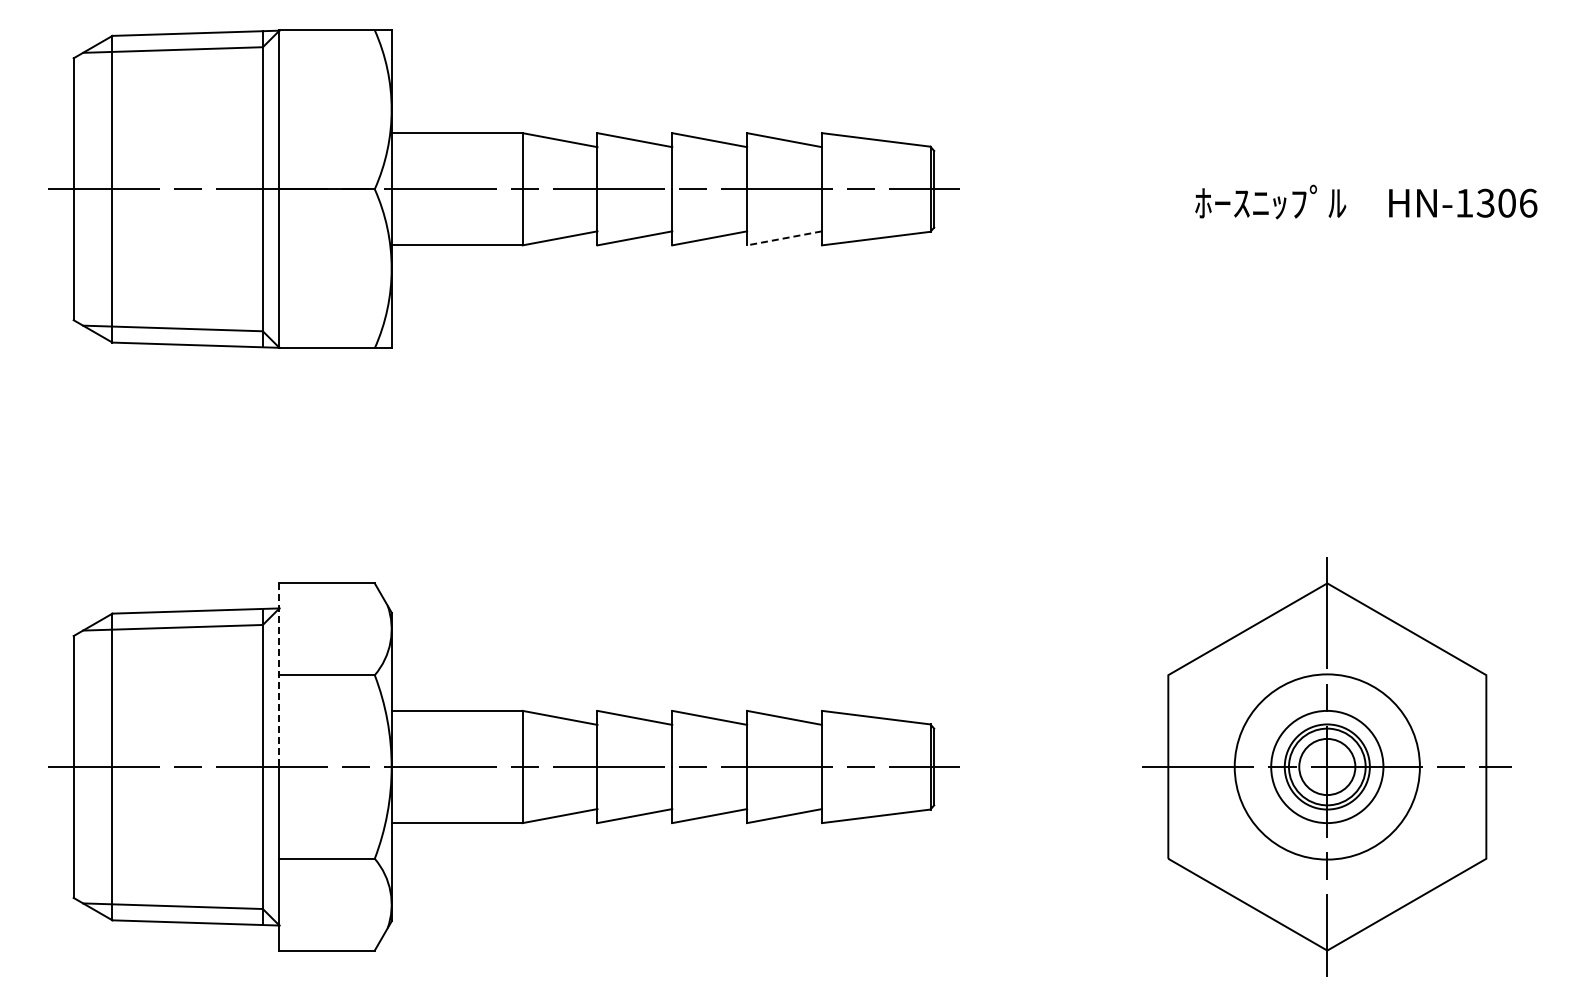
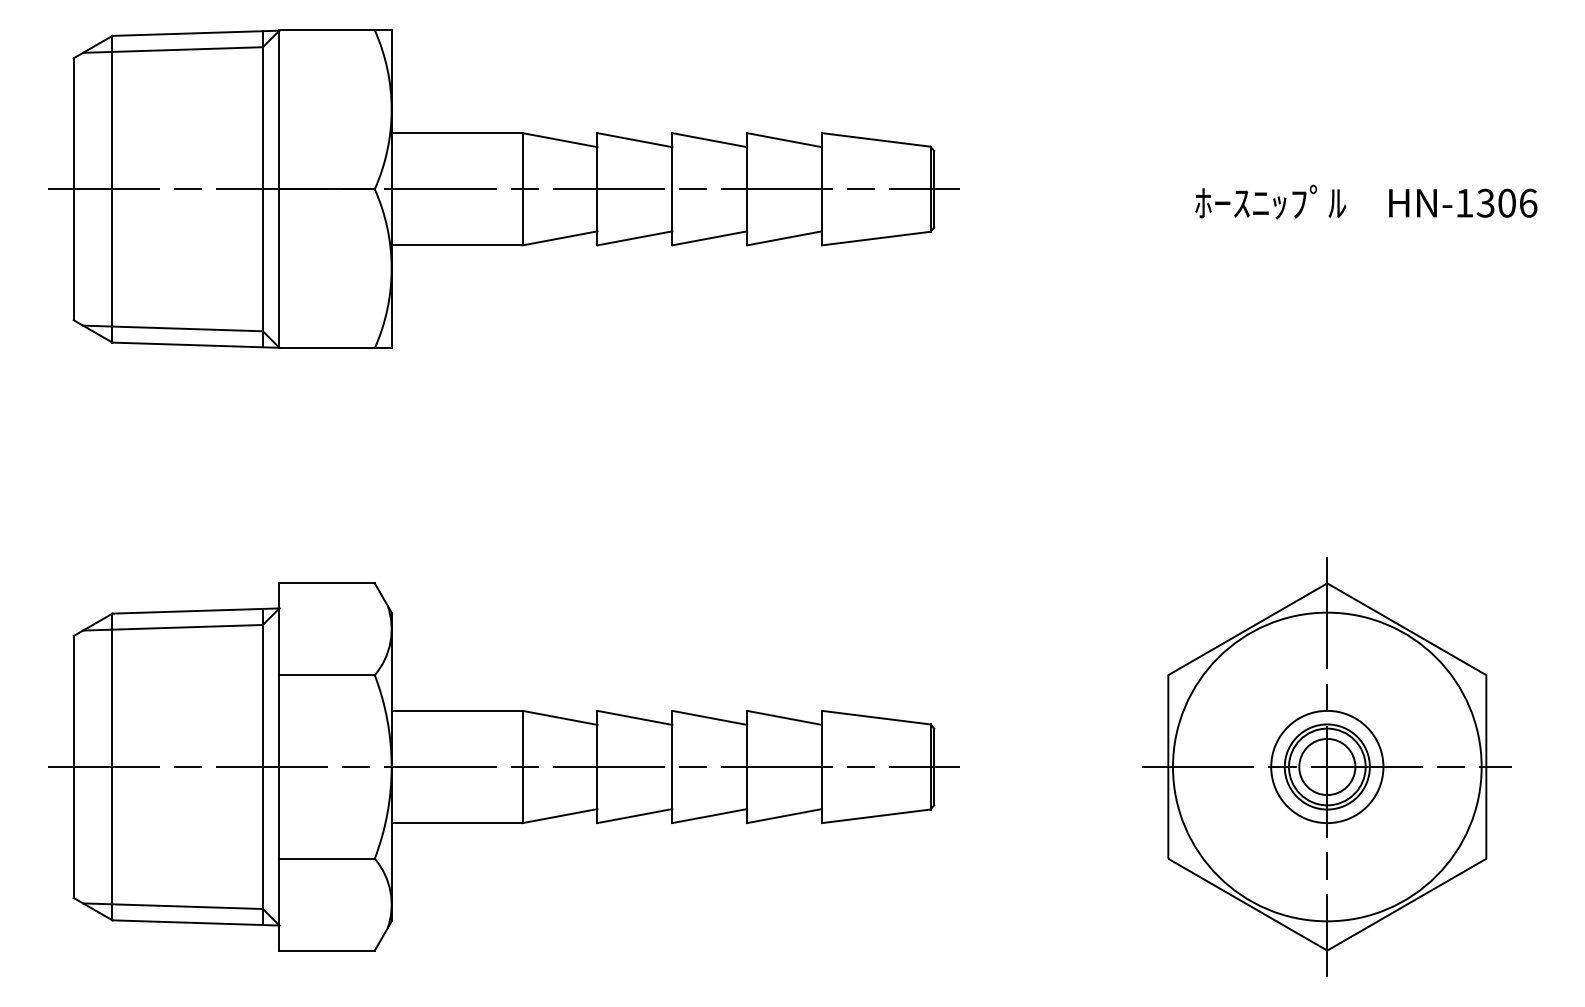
line at (784, 238): dashed -> solid
line at (279, 675): dashed -> solid
circle at (1326, 766) diameter: 185 px -> 309 px
